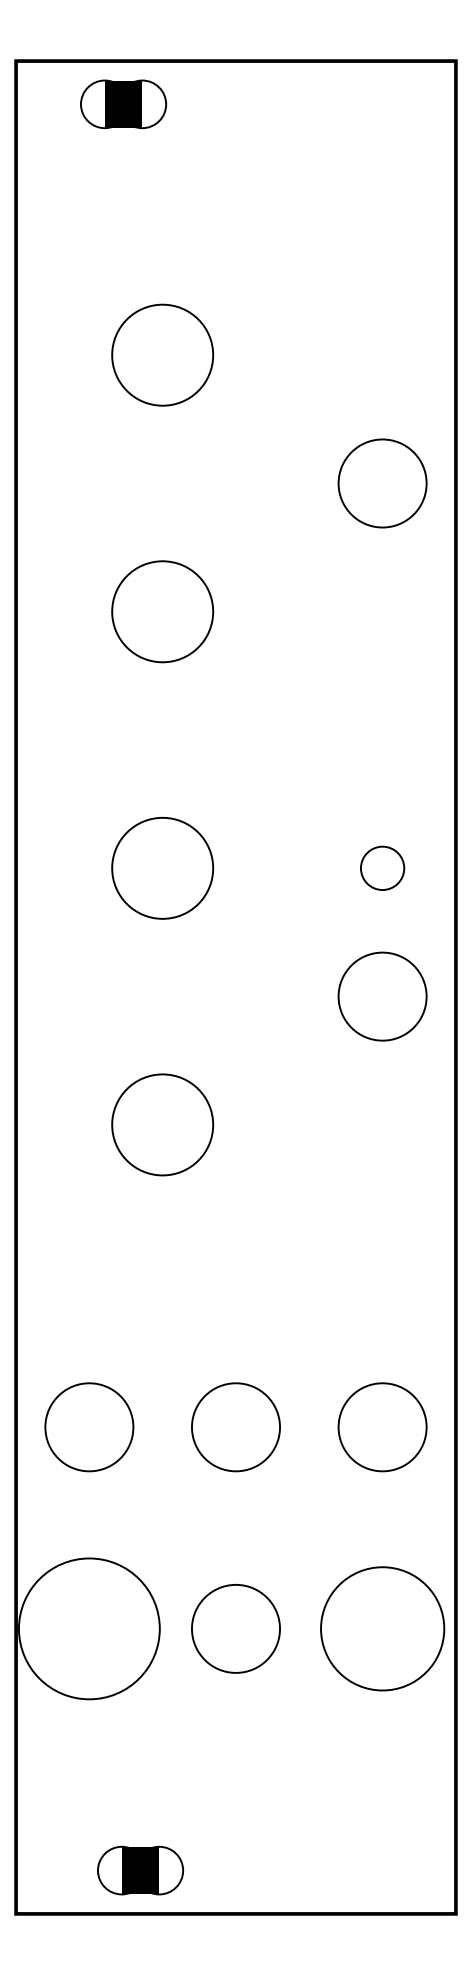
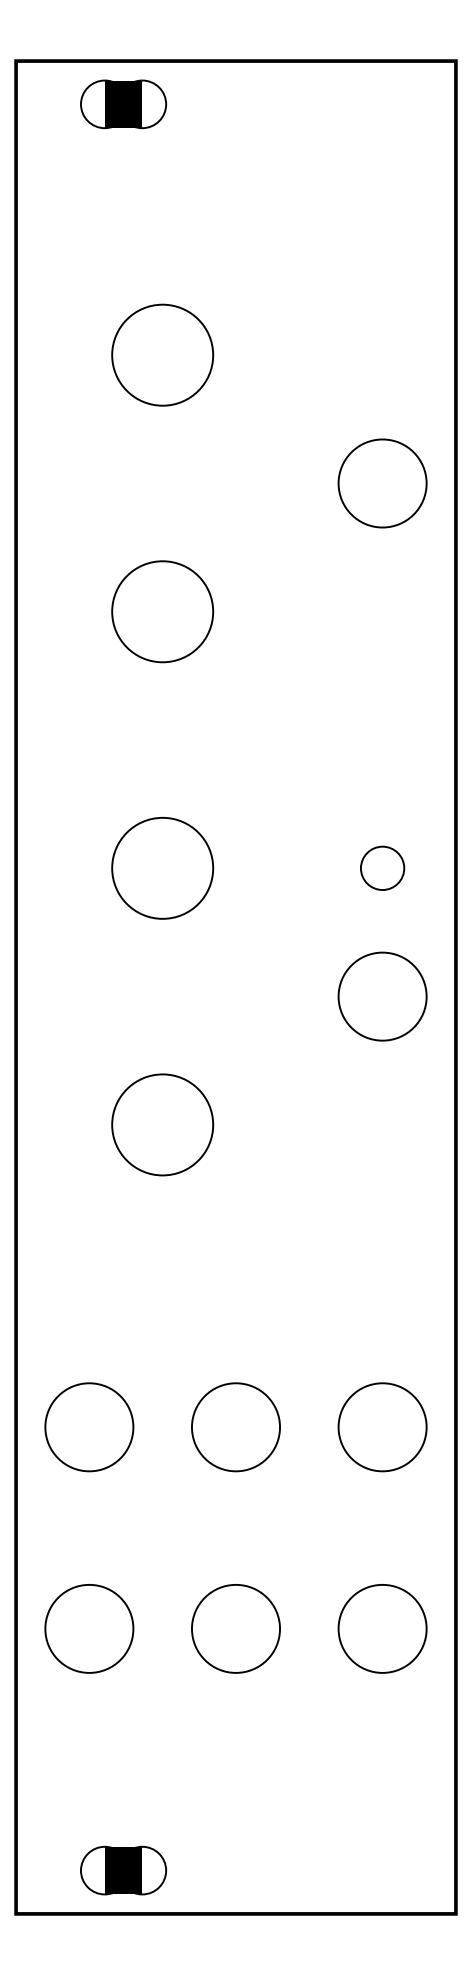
circle at (88, 1628) diameter: 141 px -> 88 px
circle at (382, 1628) size: 126x126 px -> 91x90 px
part at (140, 1870) position: (140, 1870) -> (123, 1870)
